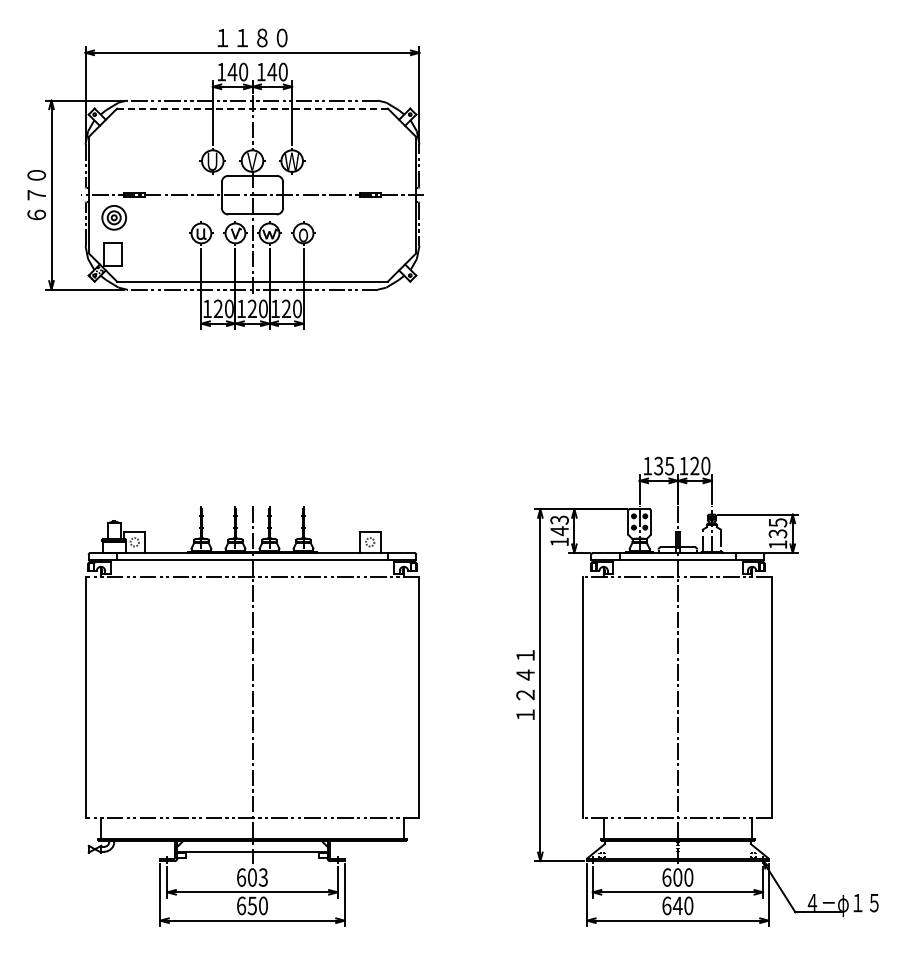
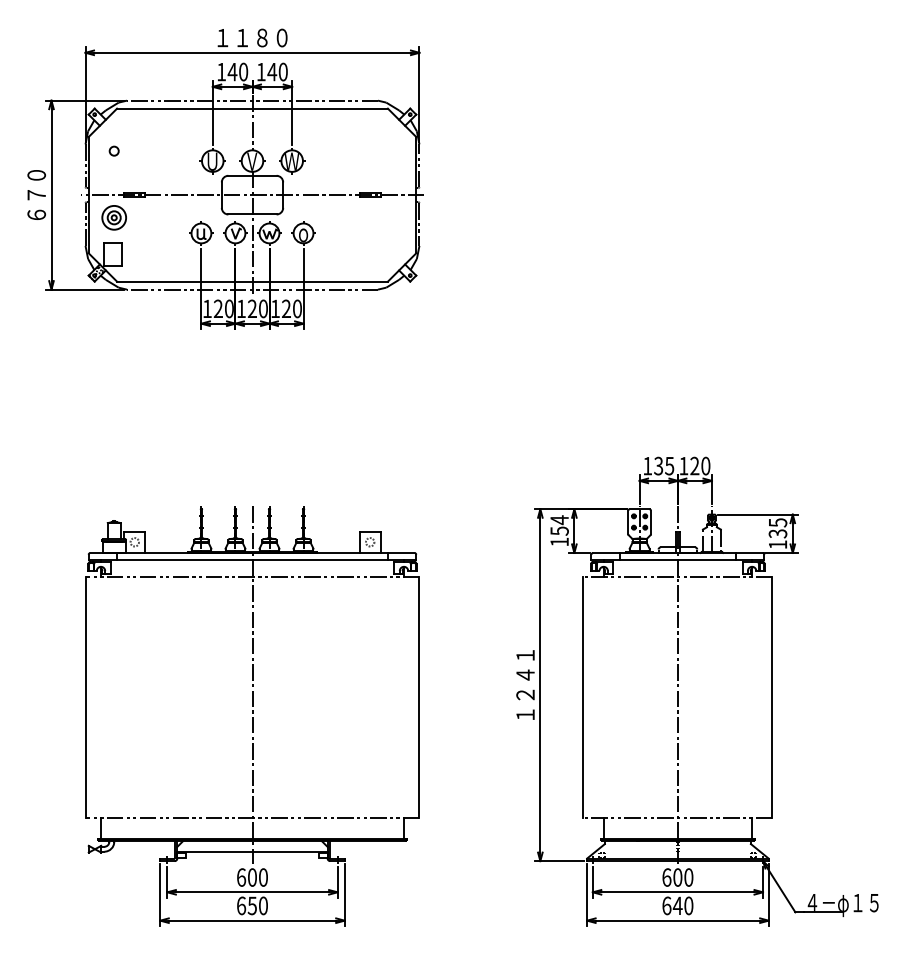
line at (252, 108): dashed -> solid
circle at (113, 150): none -> present
text at (559, 525): 143 -> 154
text at (262, 877): 603 -> 600
